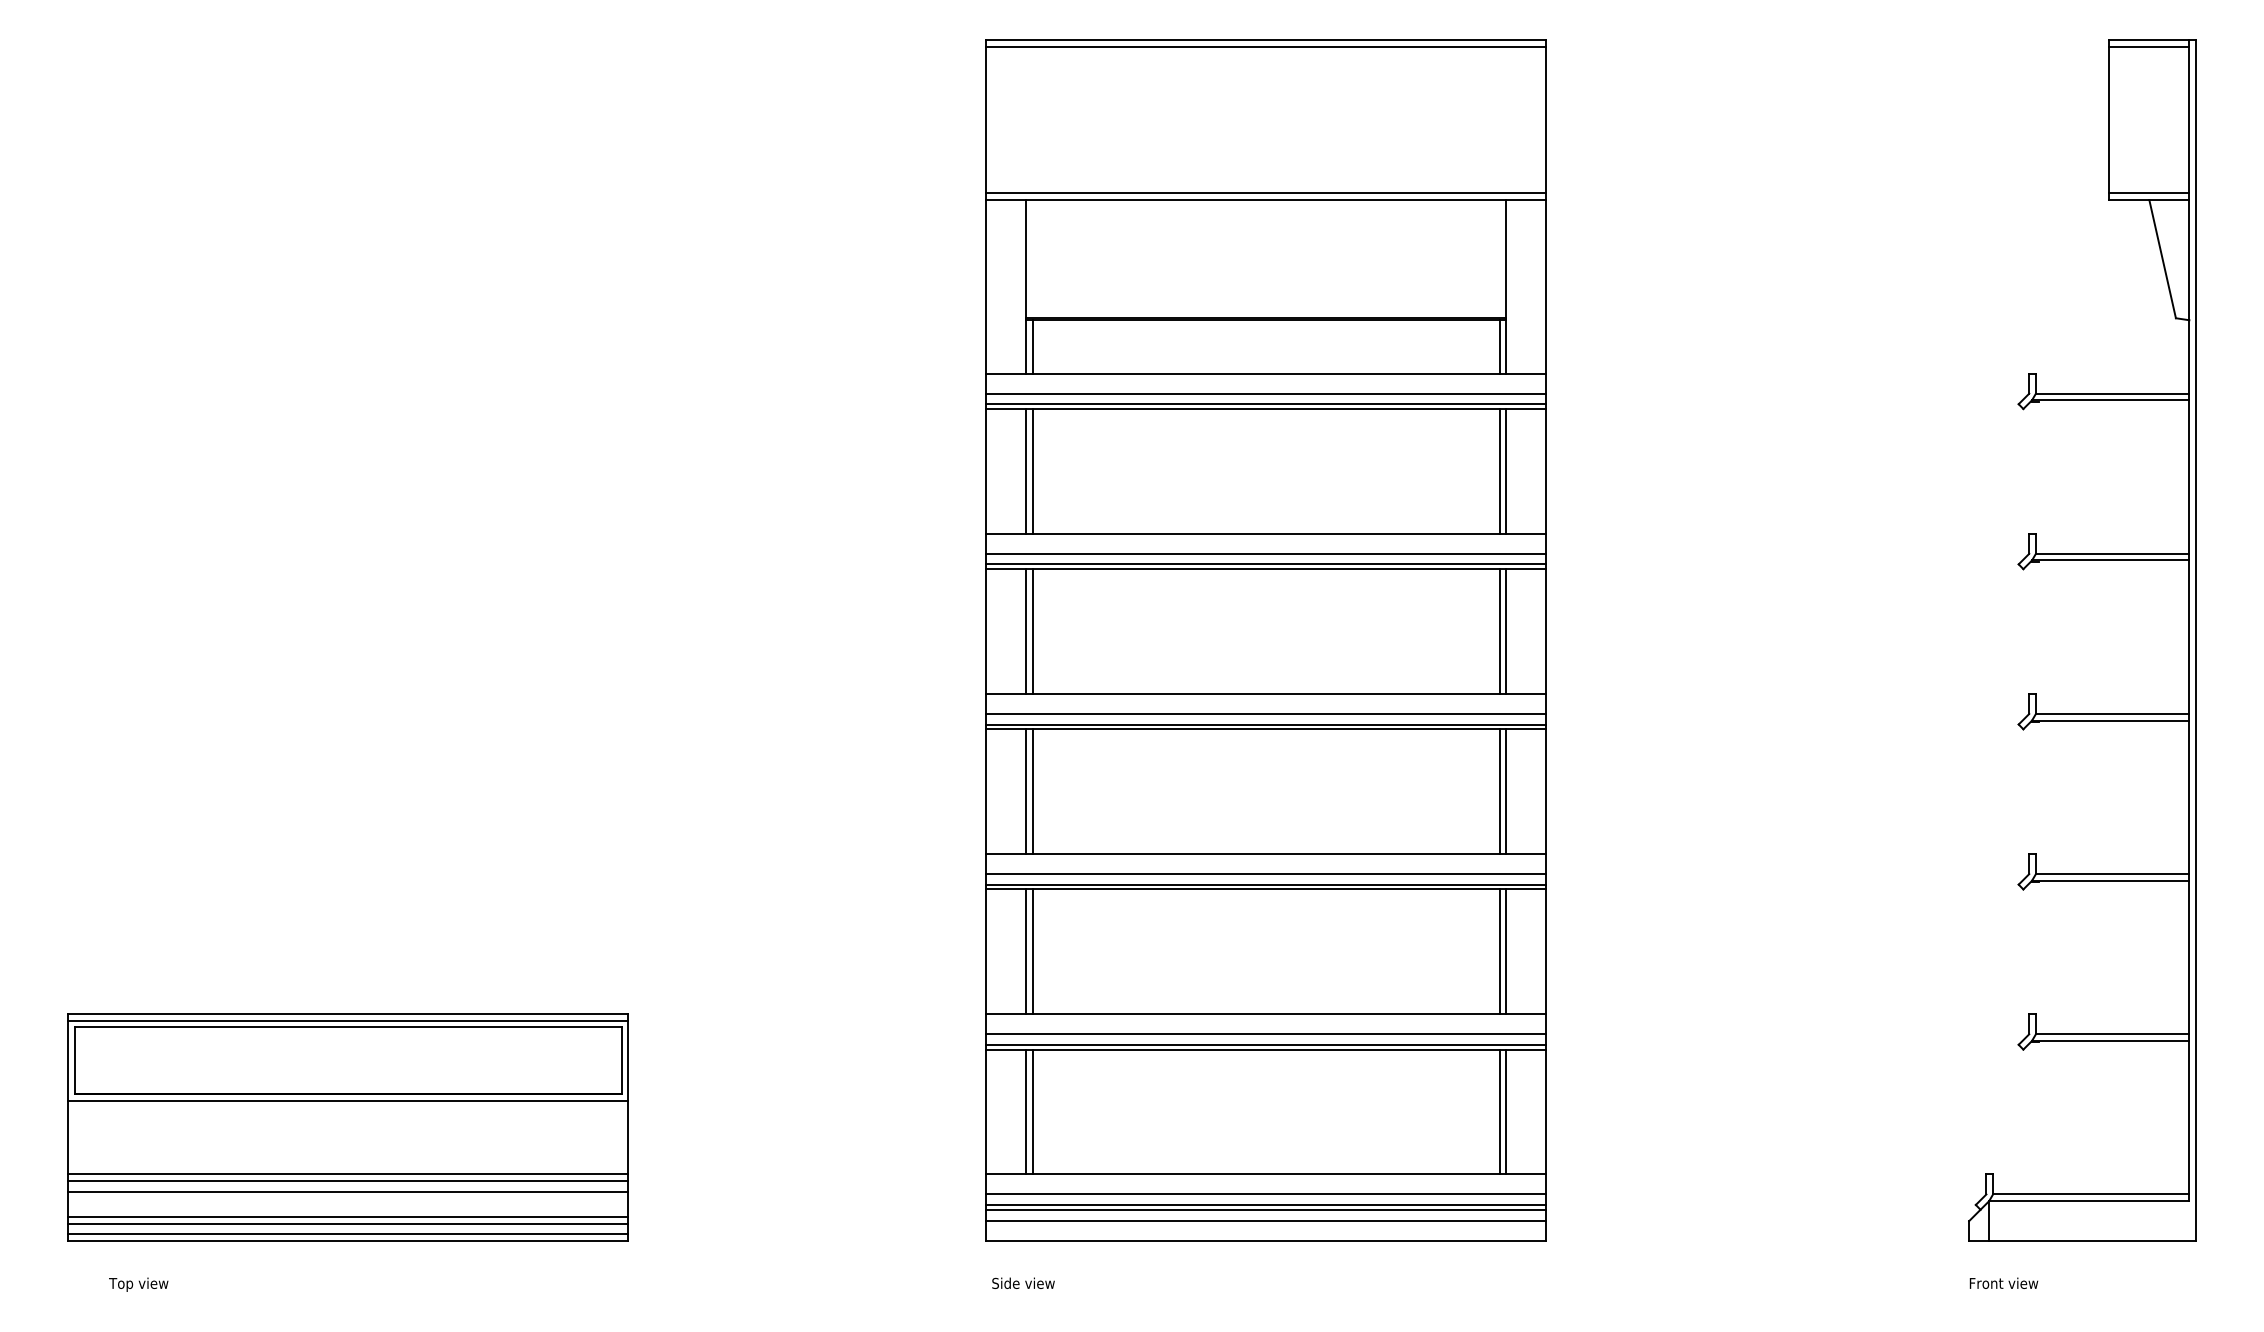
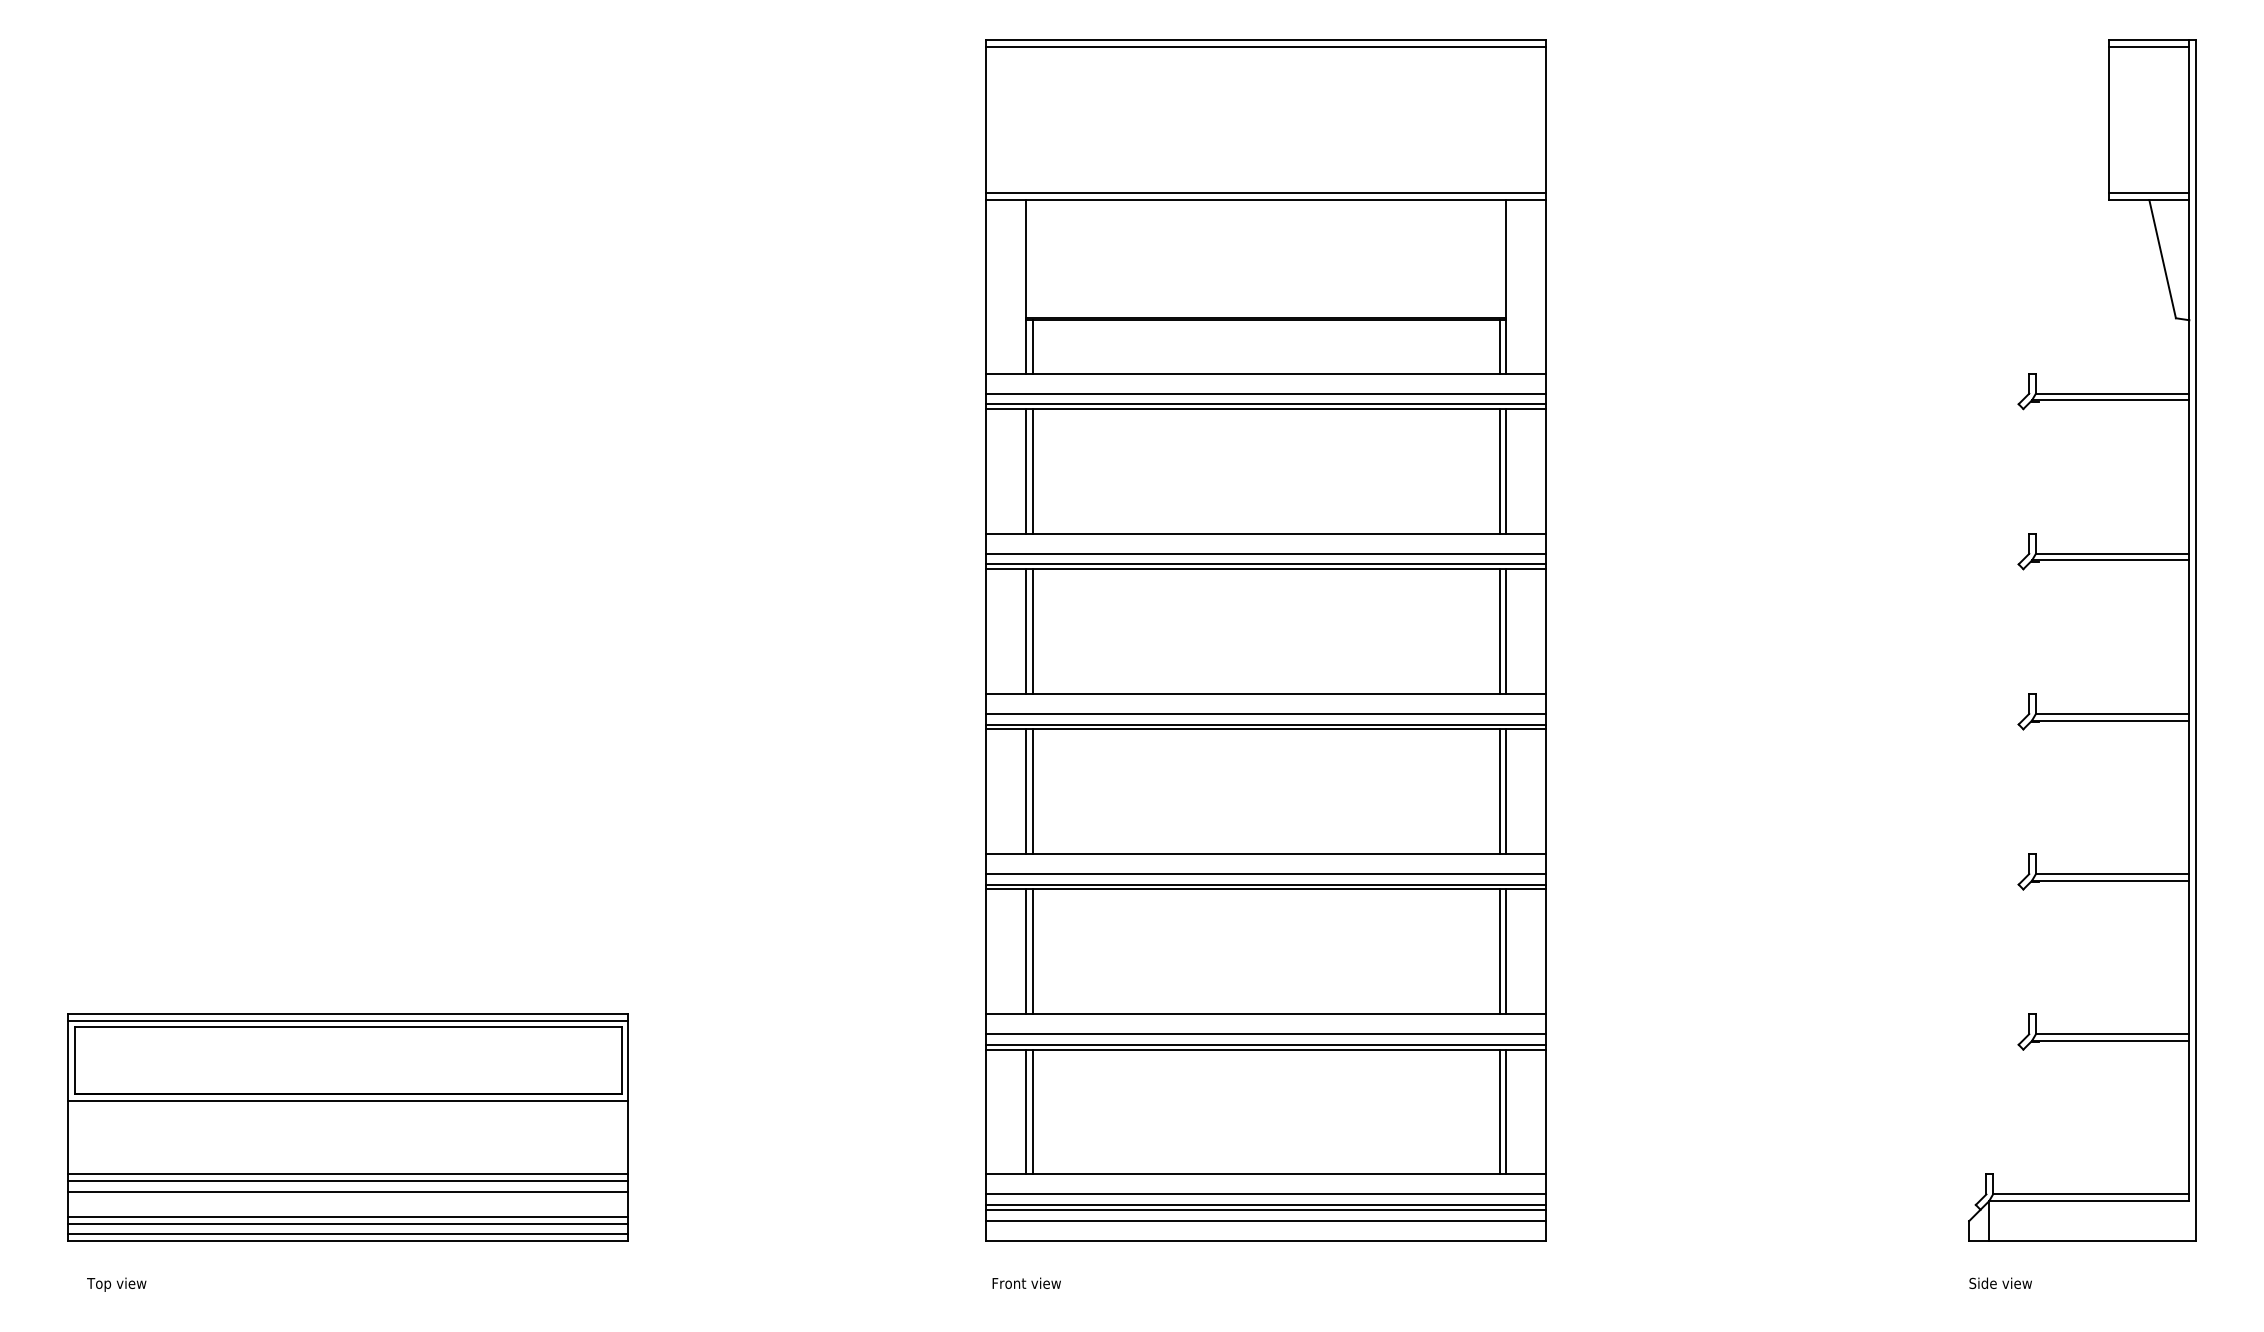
text at (1026, 1283): Side view -> Front view
text at (2003, 1283): Front view -> Side view
text at (138, 1284) position: (138, 1284) -> (116, 1284)
